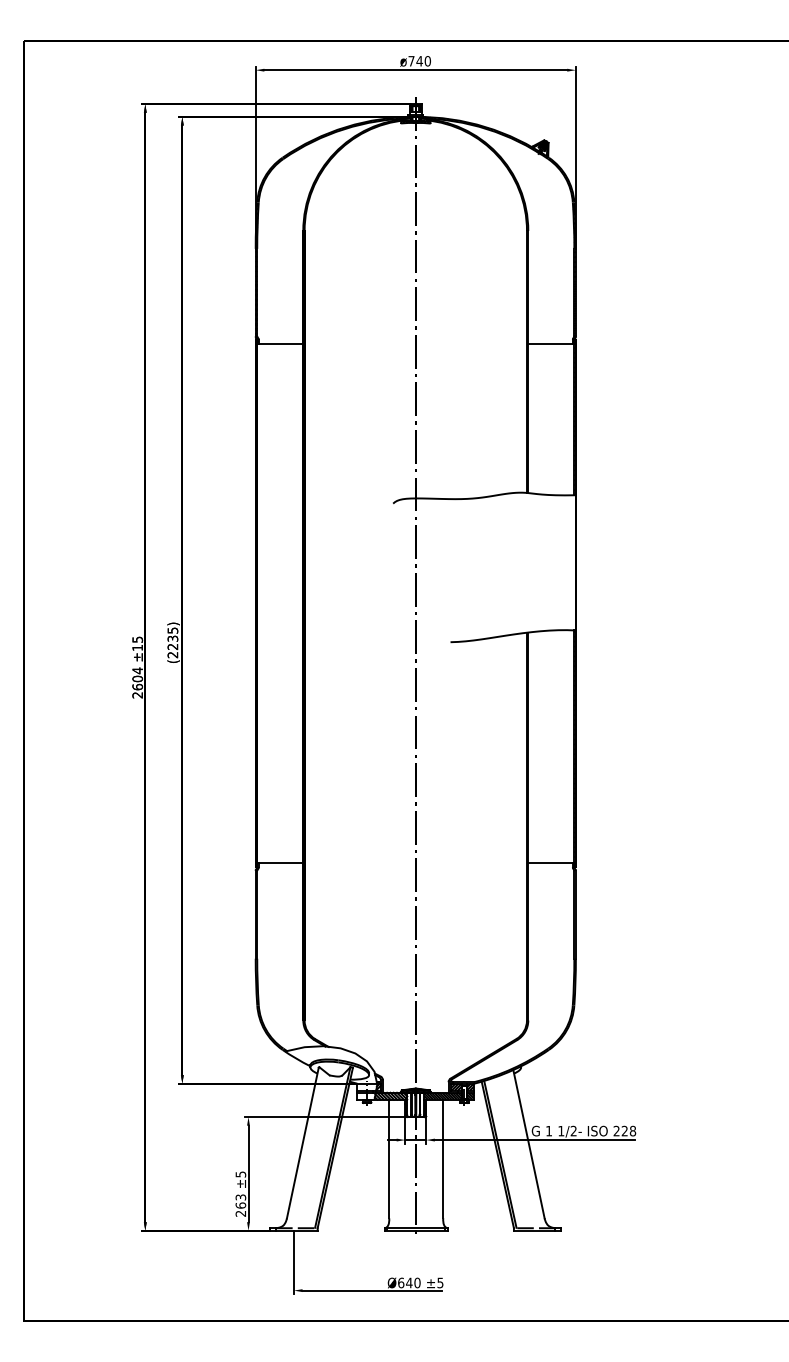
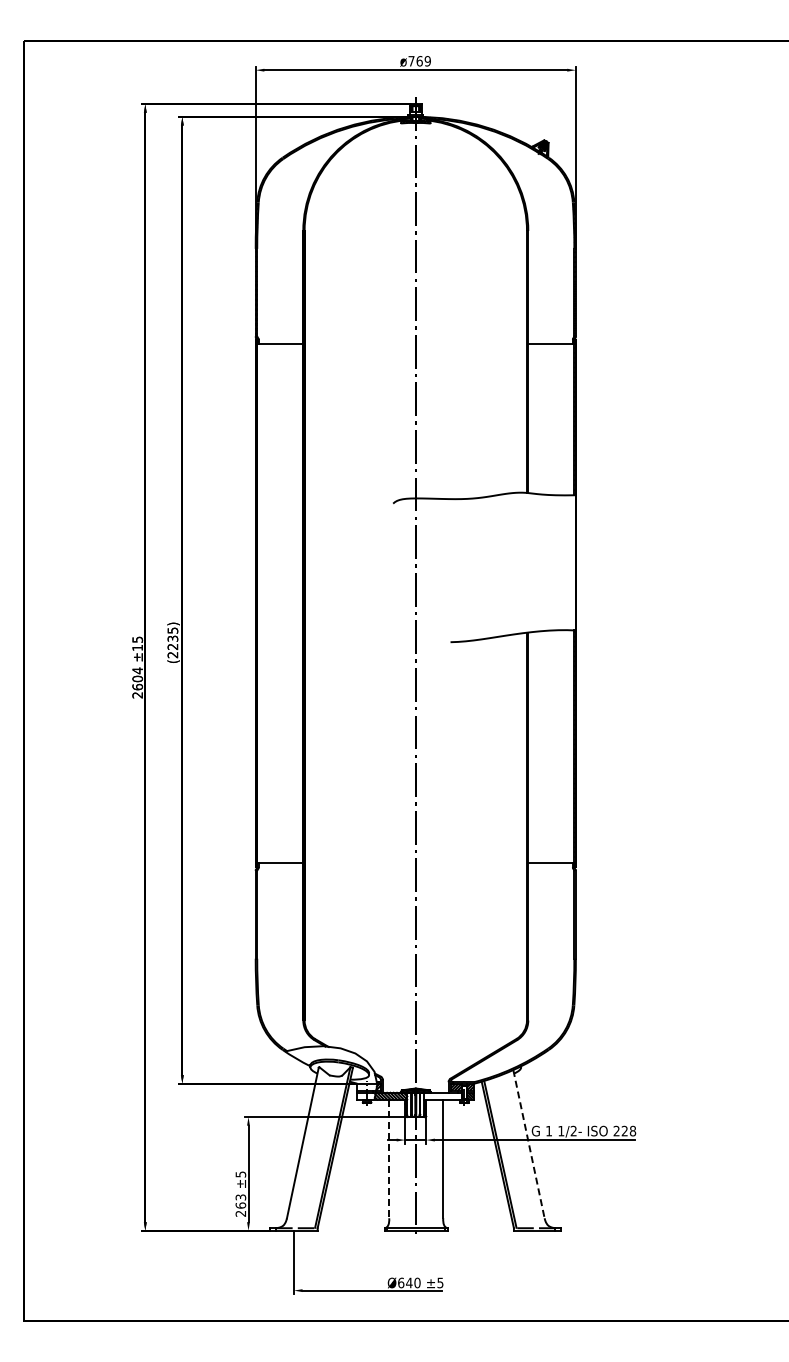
text at (423, 61): ø740 -> ø769
hatch at (442, 1095): present -> none
line at (528, 1144): solid -> dashed
line at (389, 1159): solid -> dashed
